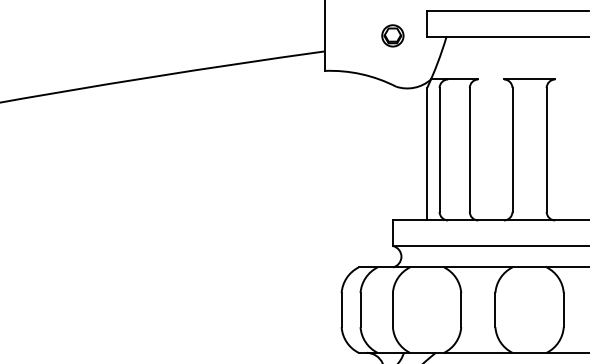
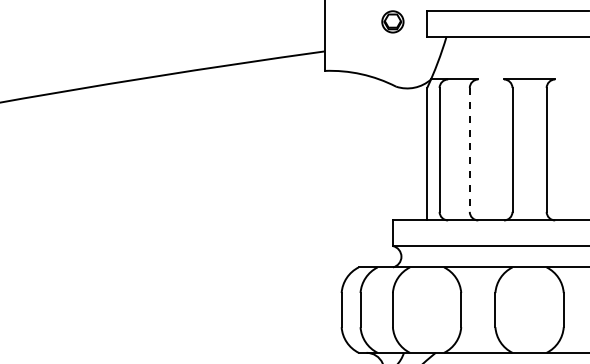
part at (392, 35) position: (392, 35) -> (392, 21)
line at (469, 149): solid -> dashed
